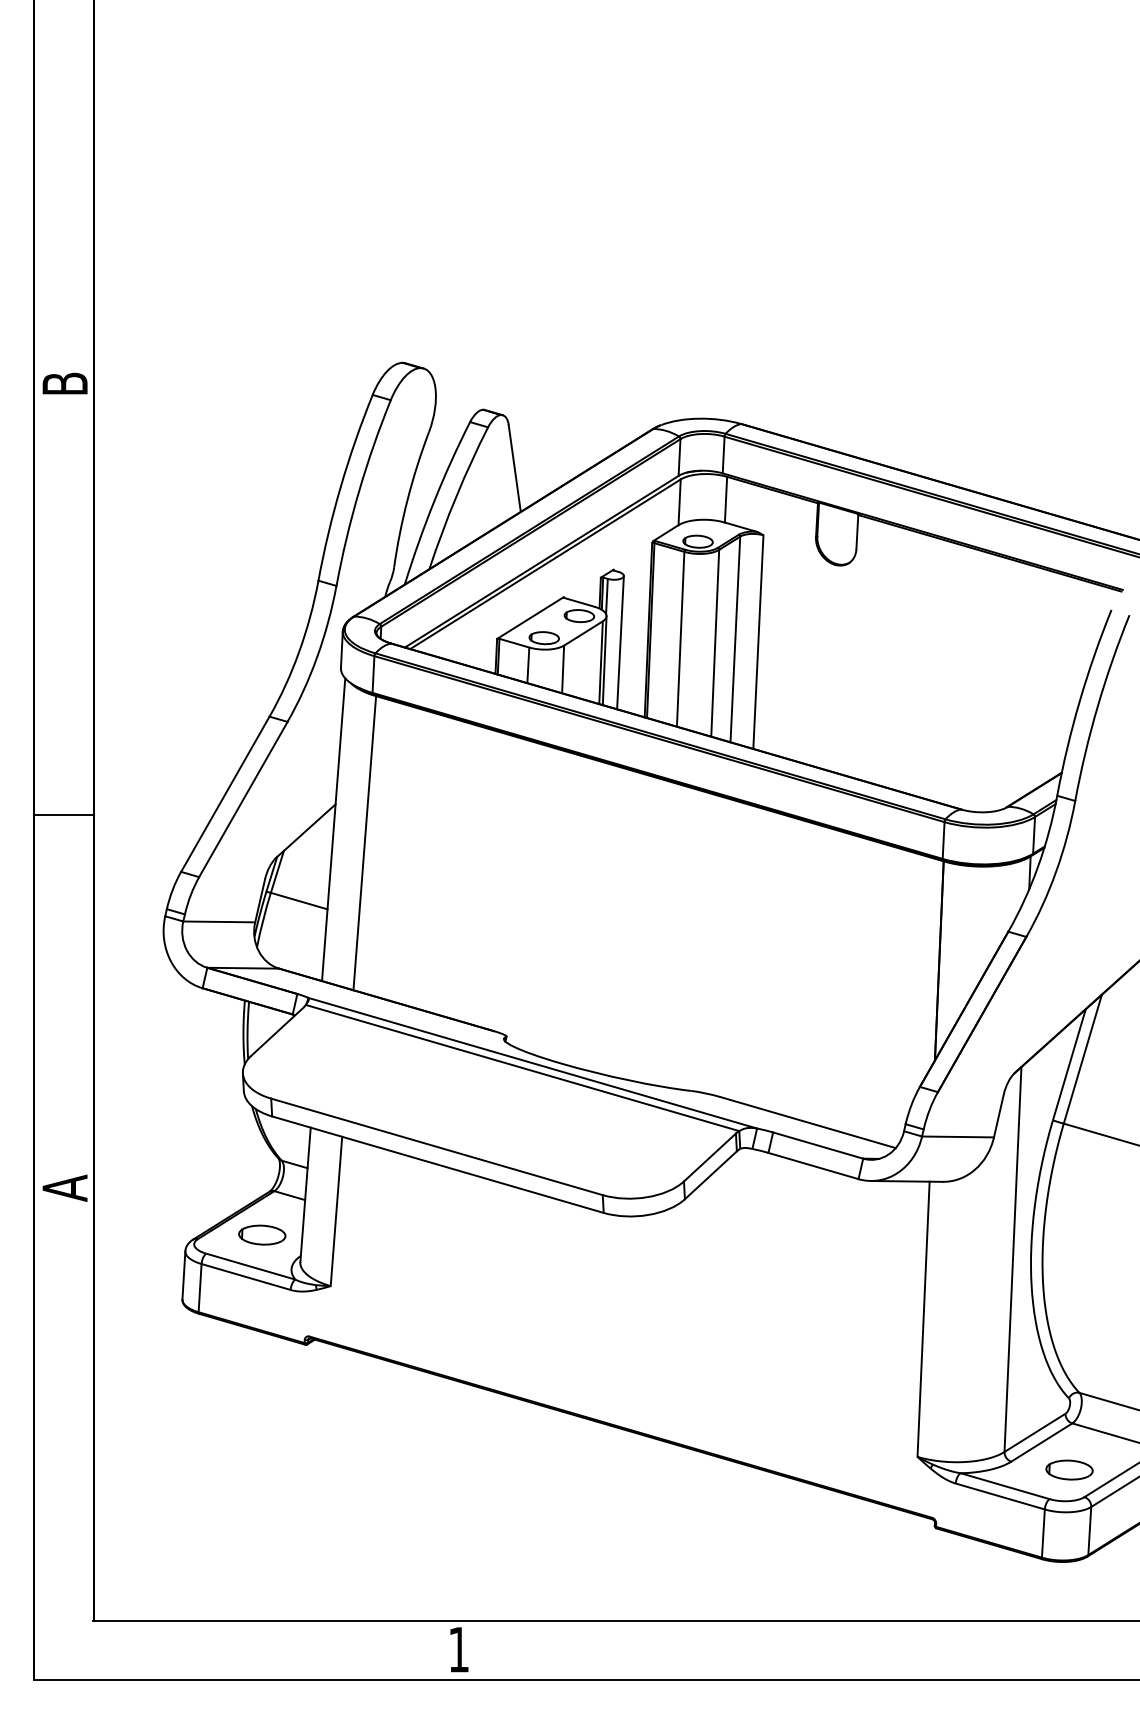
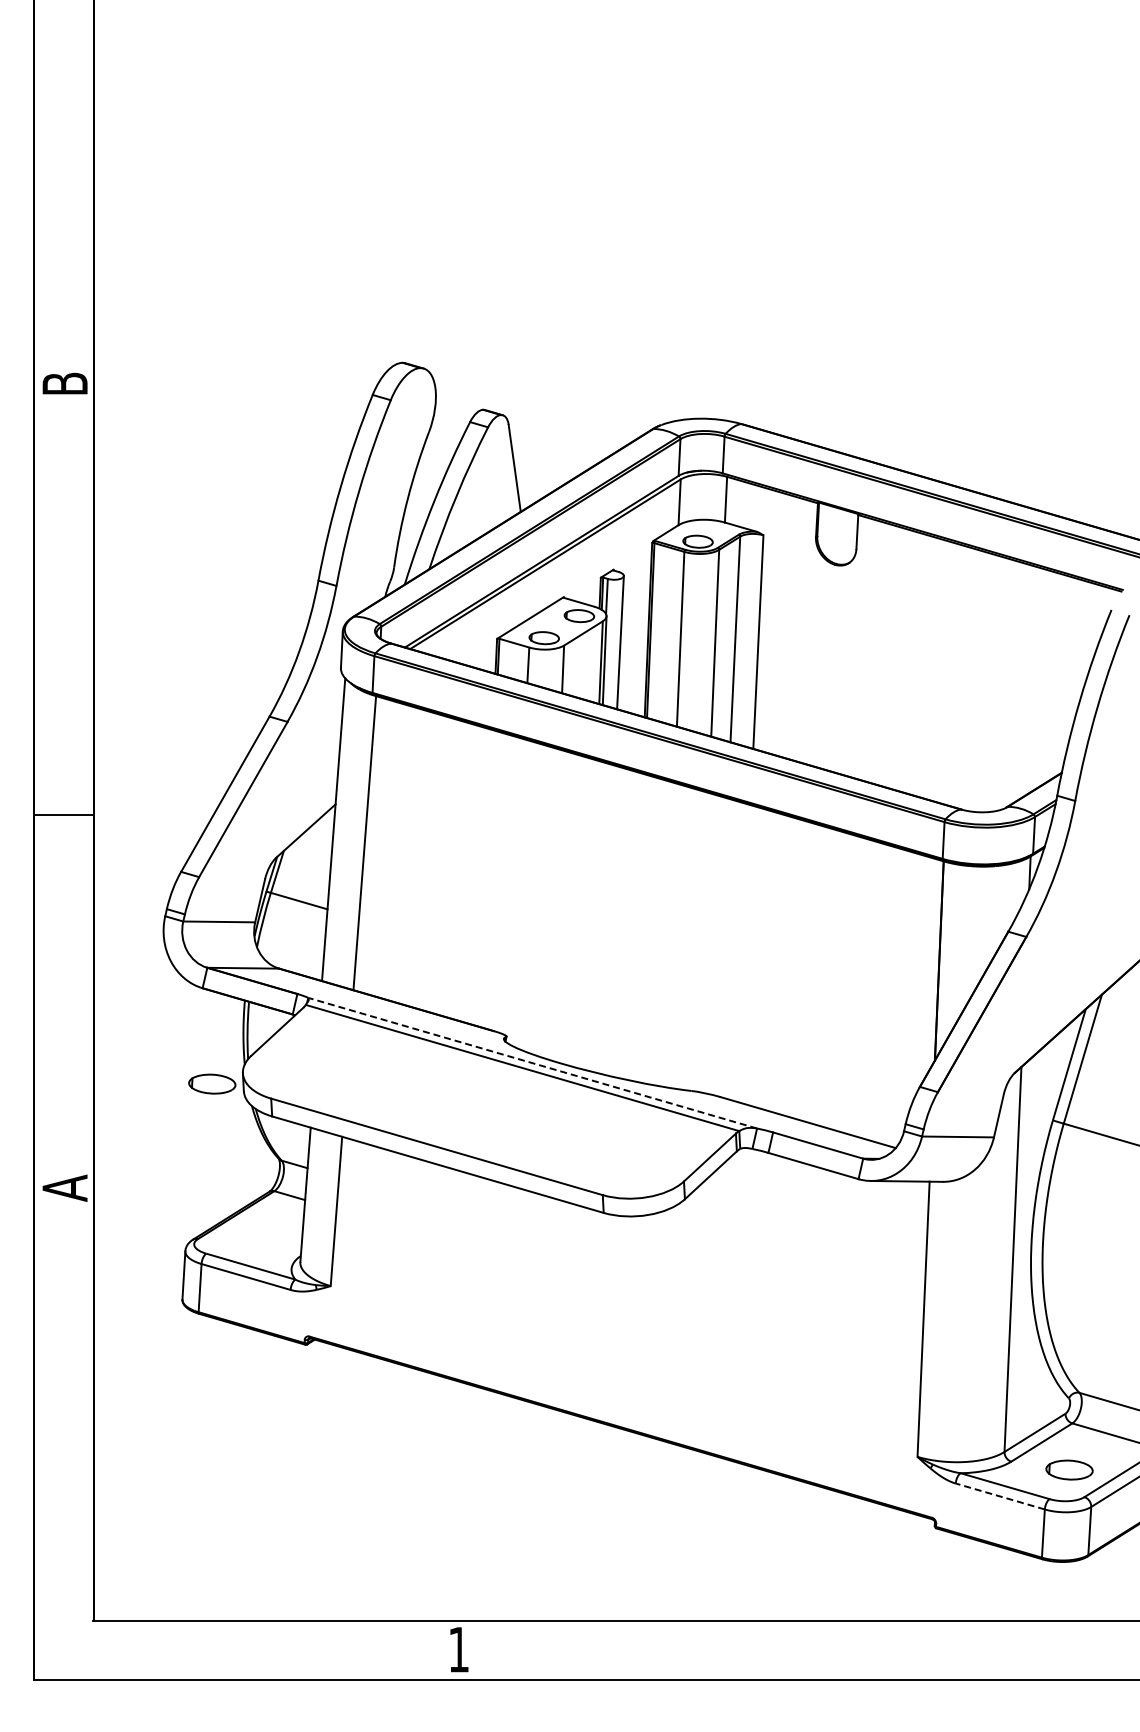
line at (532, 1063): solid -> dashed
part at (262, 1234) position: (262, 1234) -> (212, 1083)
line at (999, 1496): solid -> dashed
